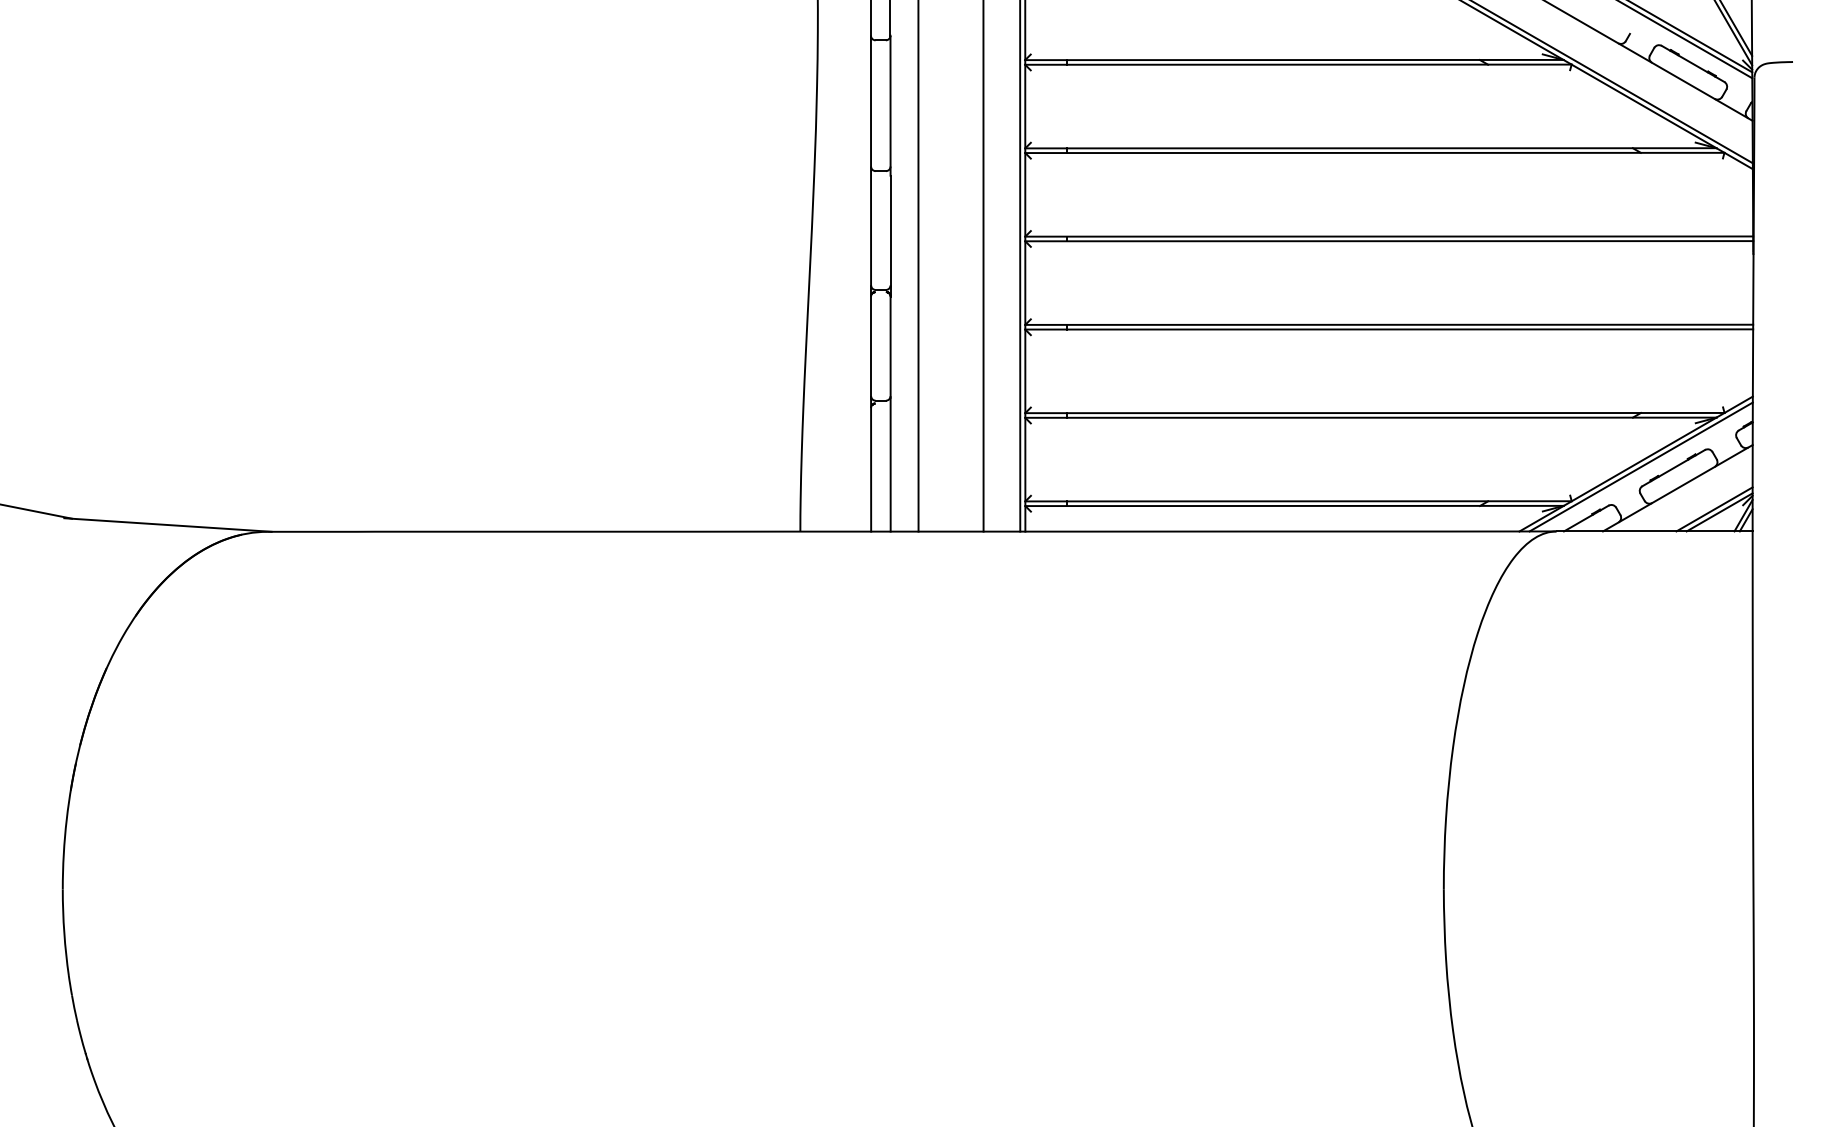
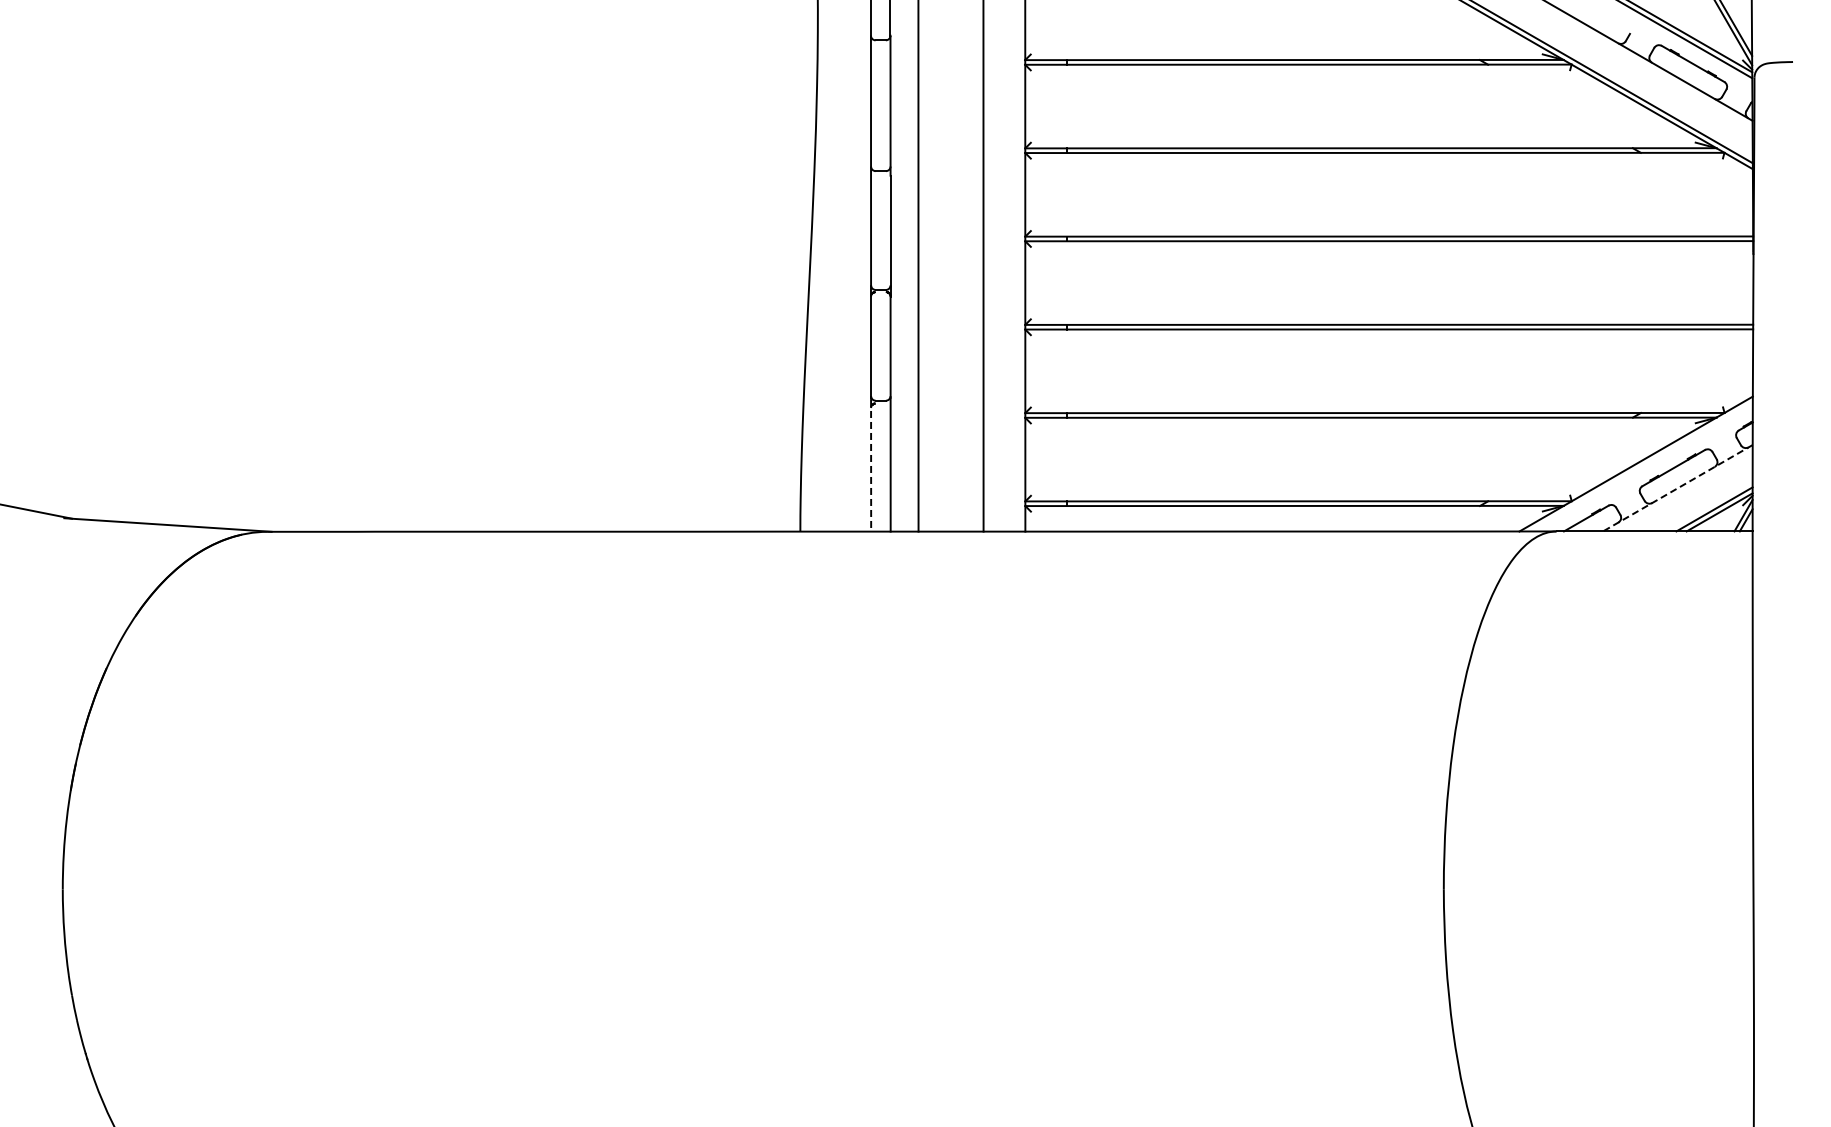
line at (1020, 266): present -> none
line at (871, 465): solid -> dashed
line at (1640, 466): present -> none
line at (1677, 488): solid -> dashed
